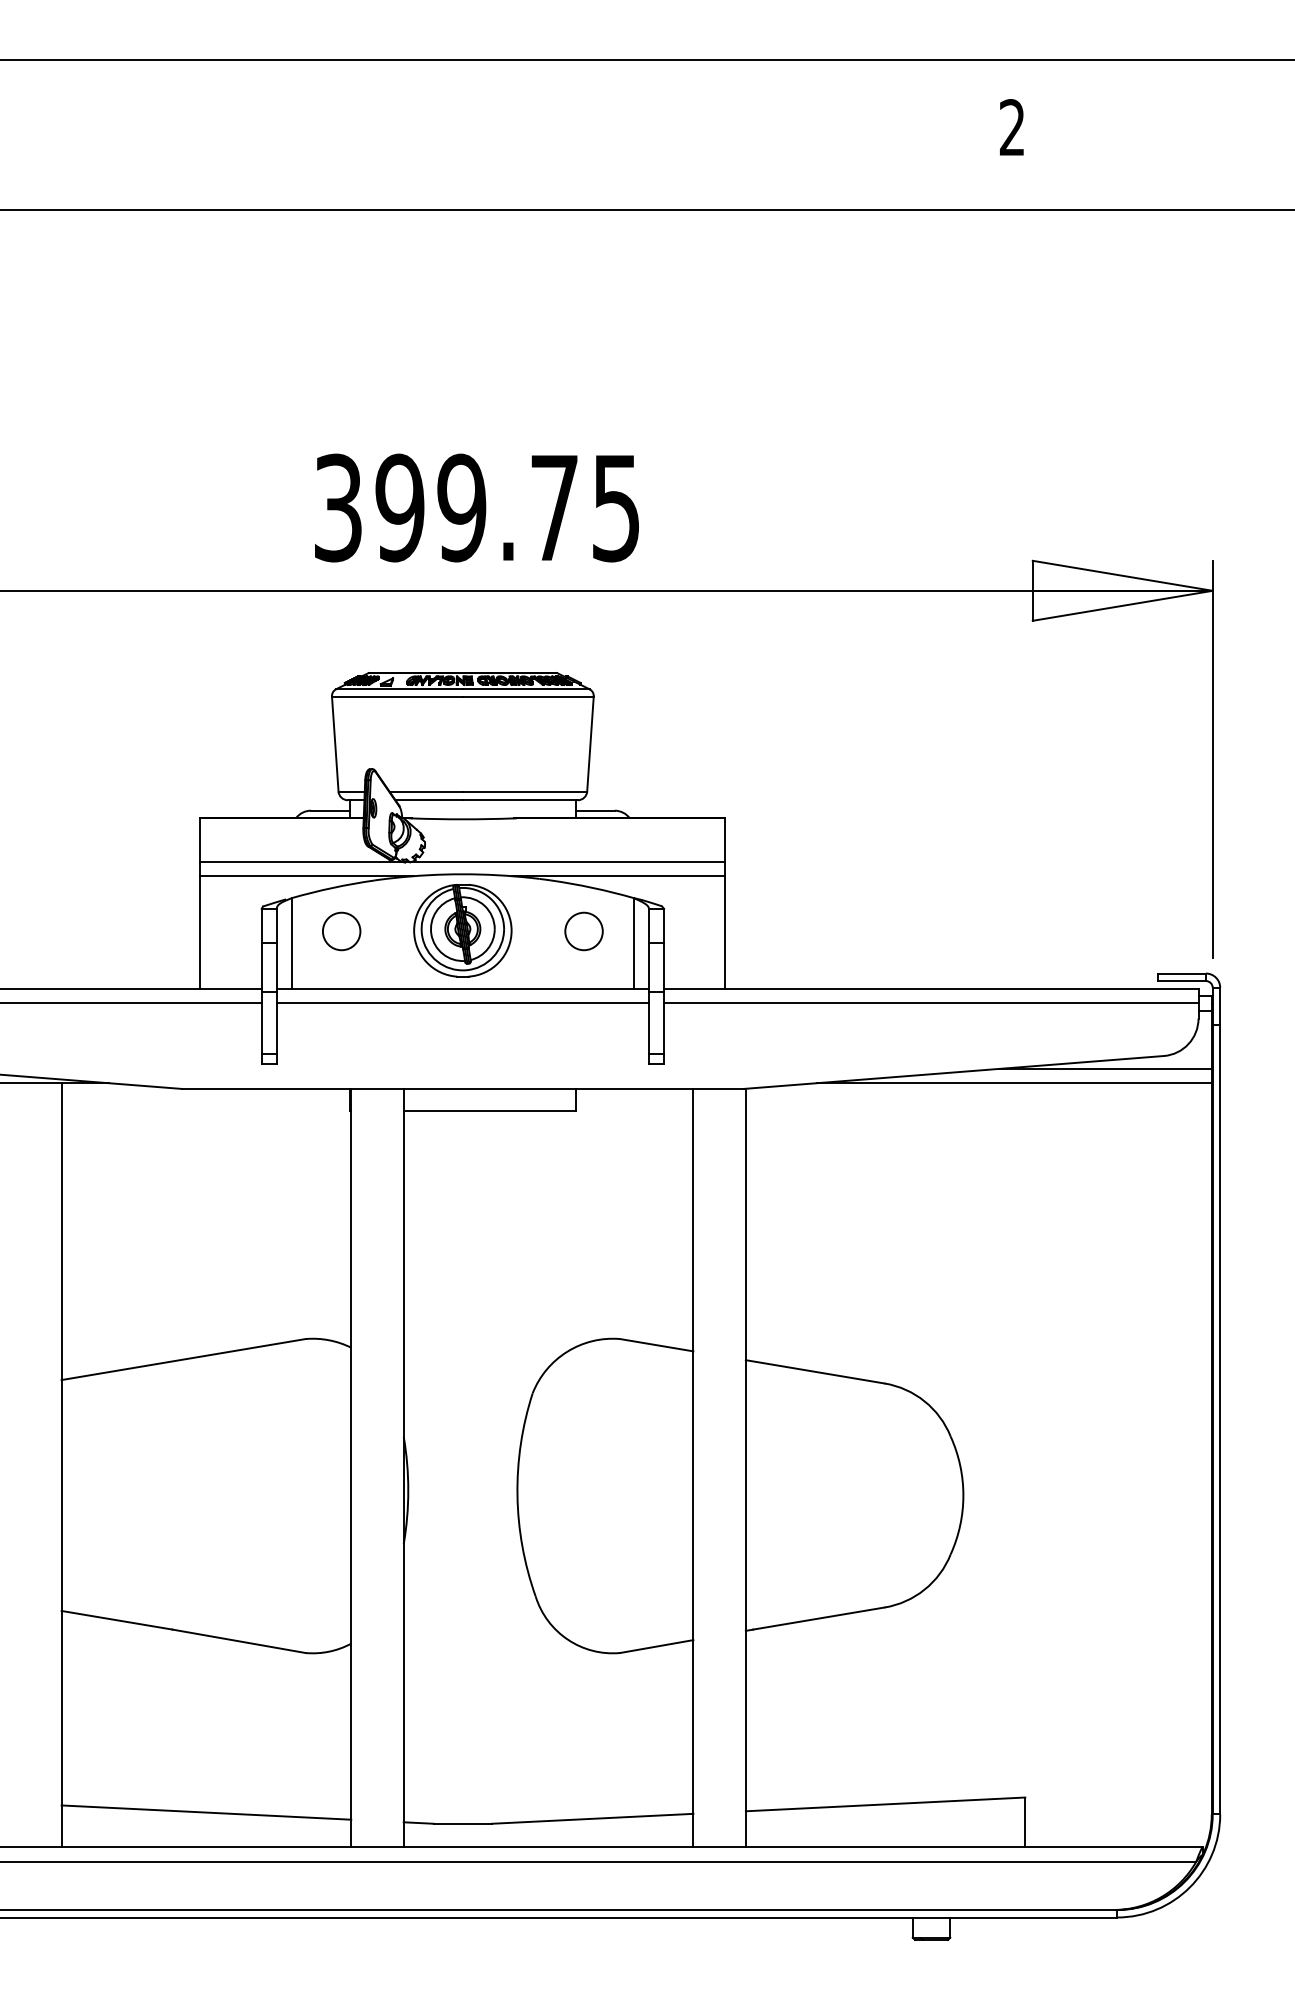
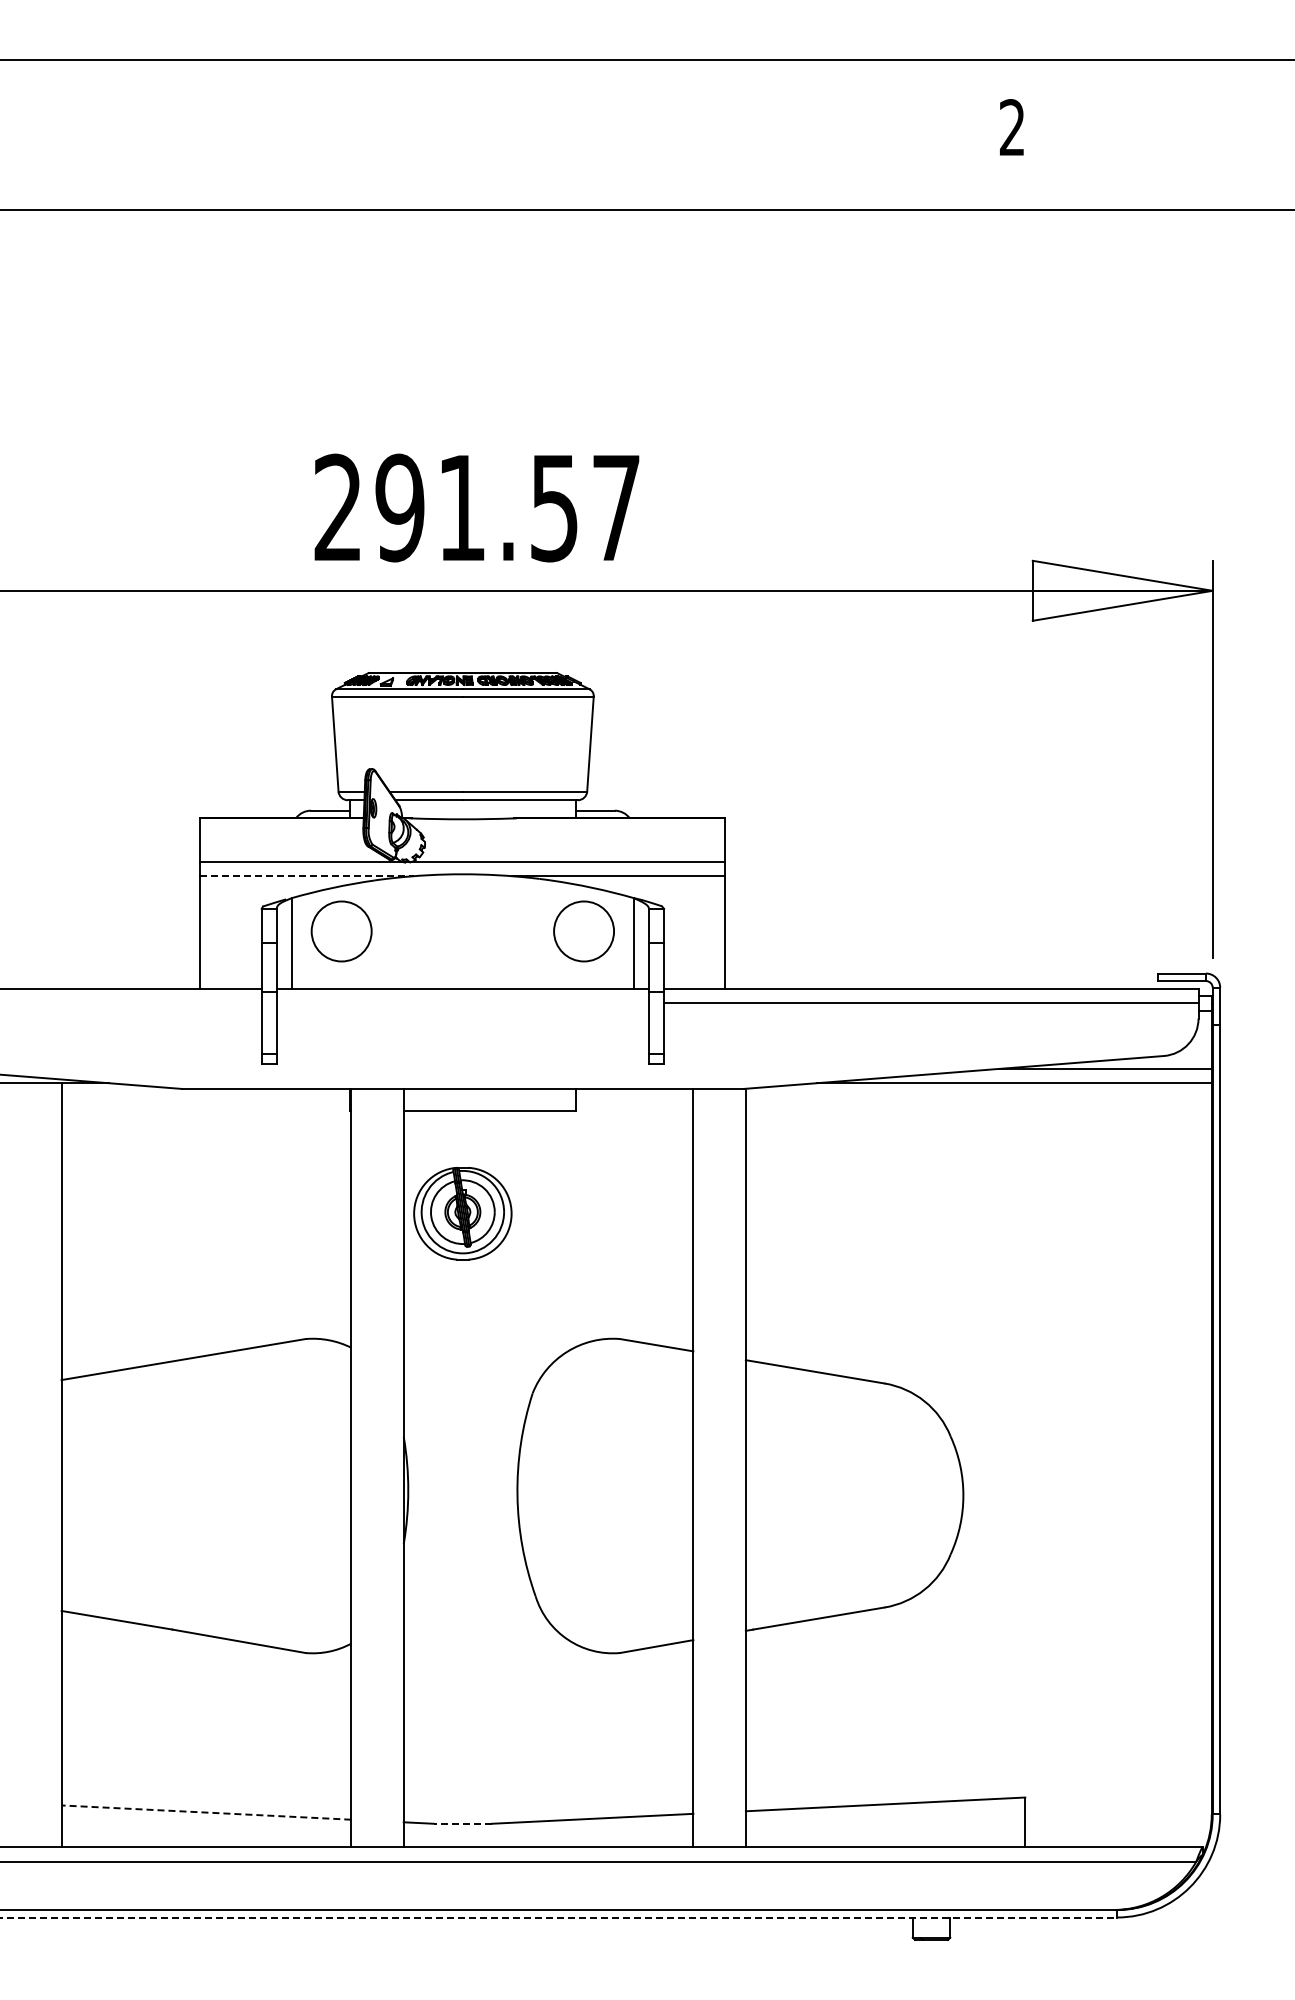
text at (476, 507): 399.75 -> 291.57
line at (307, 876): solid -> dashed
part at (462, 930) position: (462, 930) -> (462, 1213)
circle at (341, 931) diameter: 37 px -> 60 px
circle at (583, 931) diameter: 37 px -> 60 px
line at (131, 1003): present -> none
line at (462, 1003): present -> none
line at (206, 1812): solid -> dashed
line at (462, 1823): solid -> dashed
line at (559, 1917): solid -> dashed
